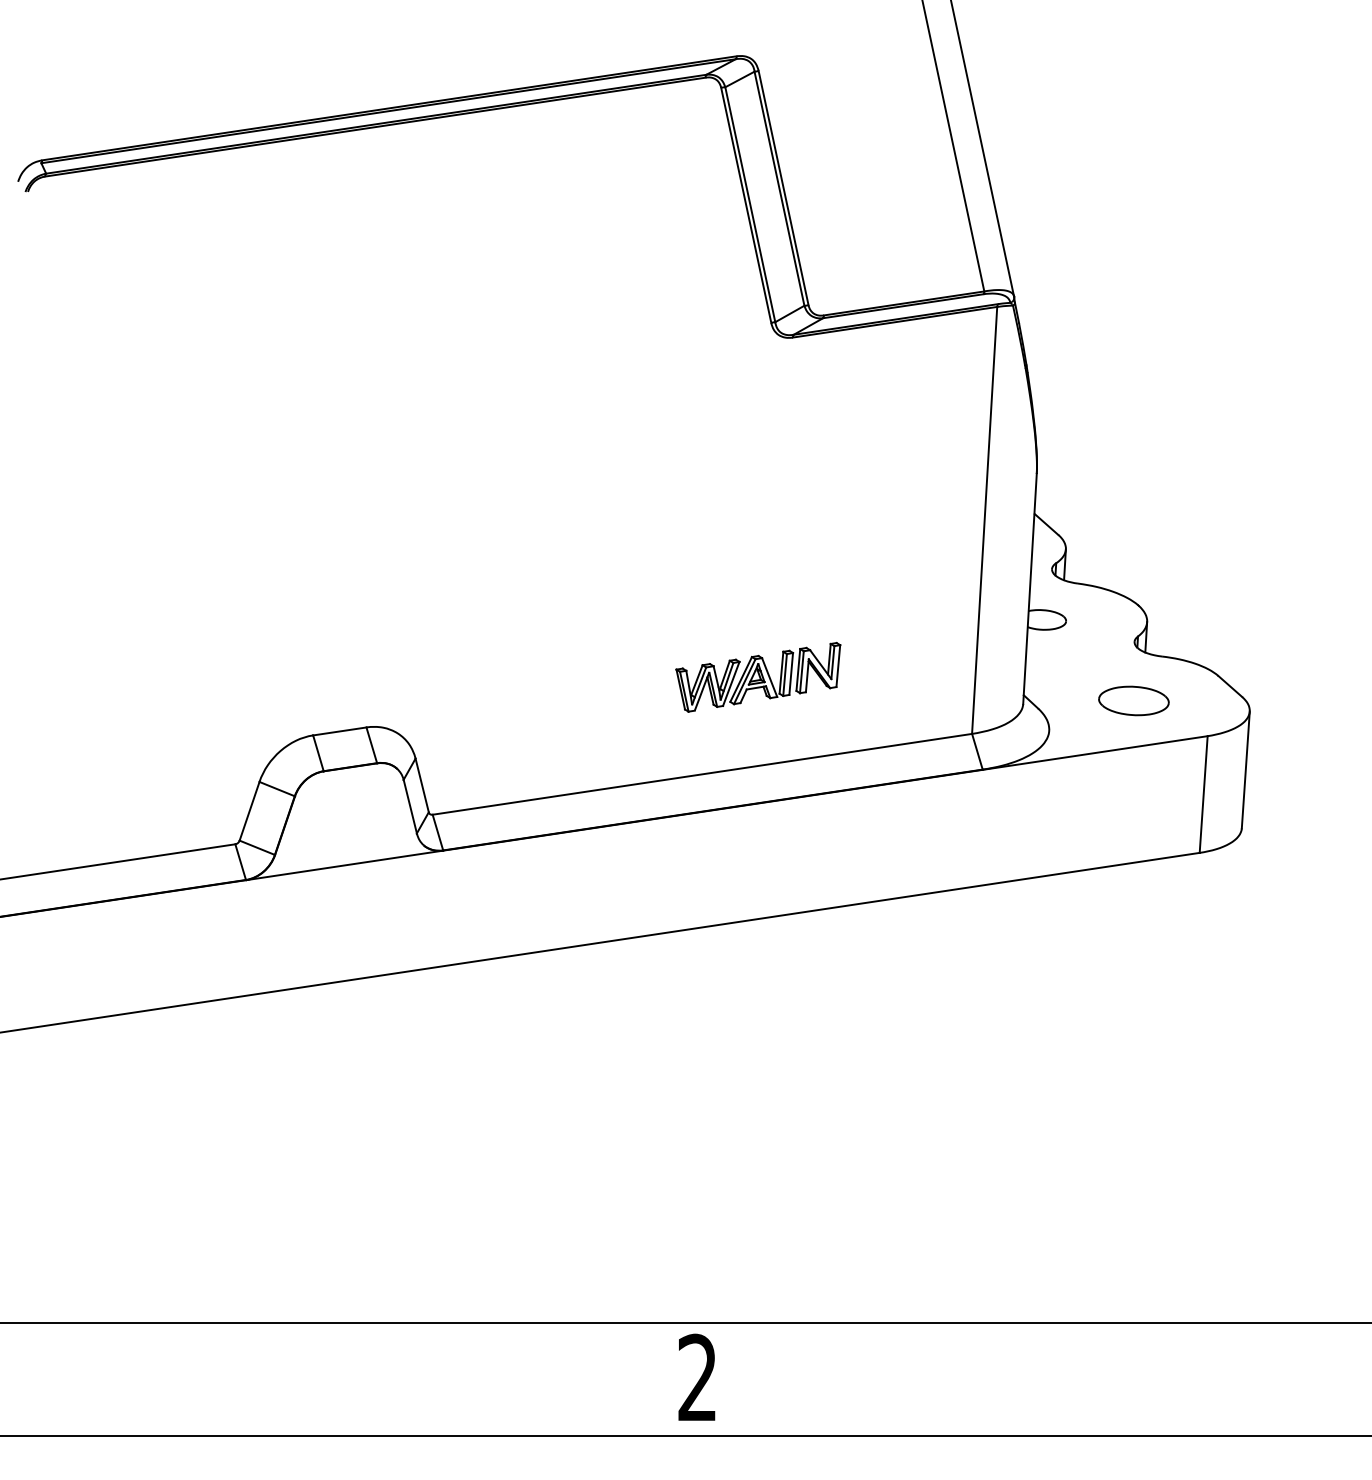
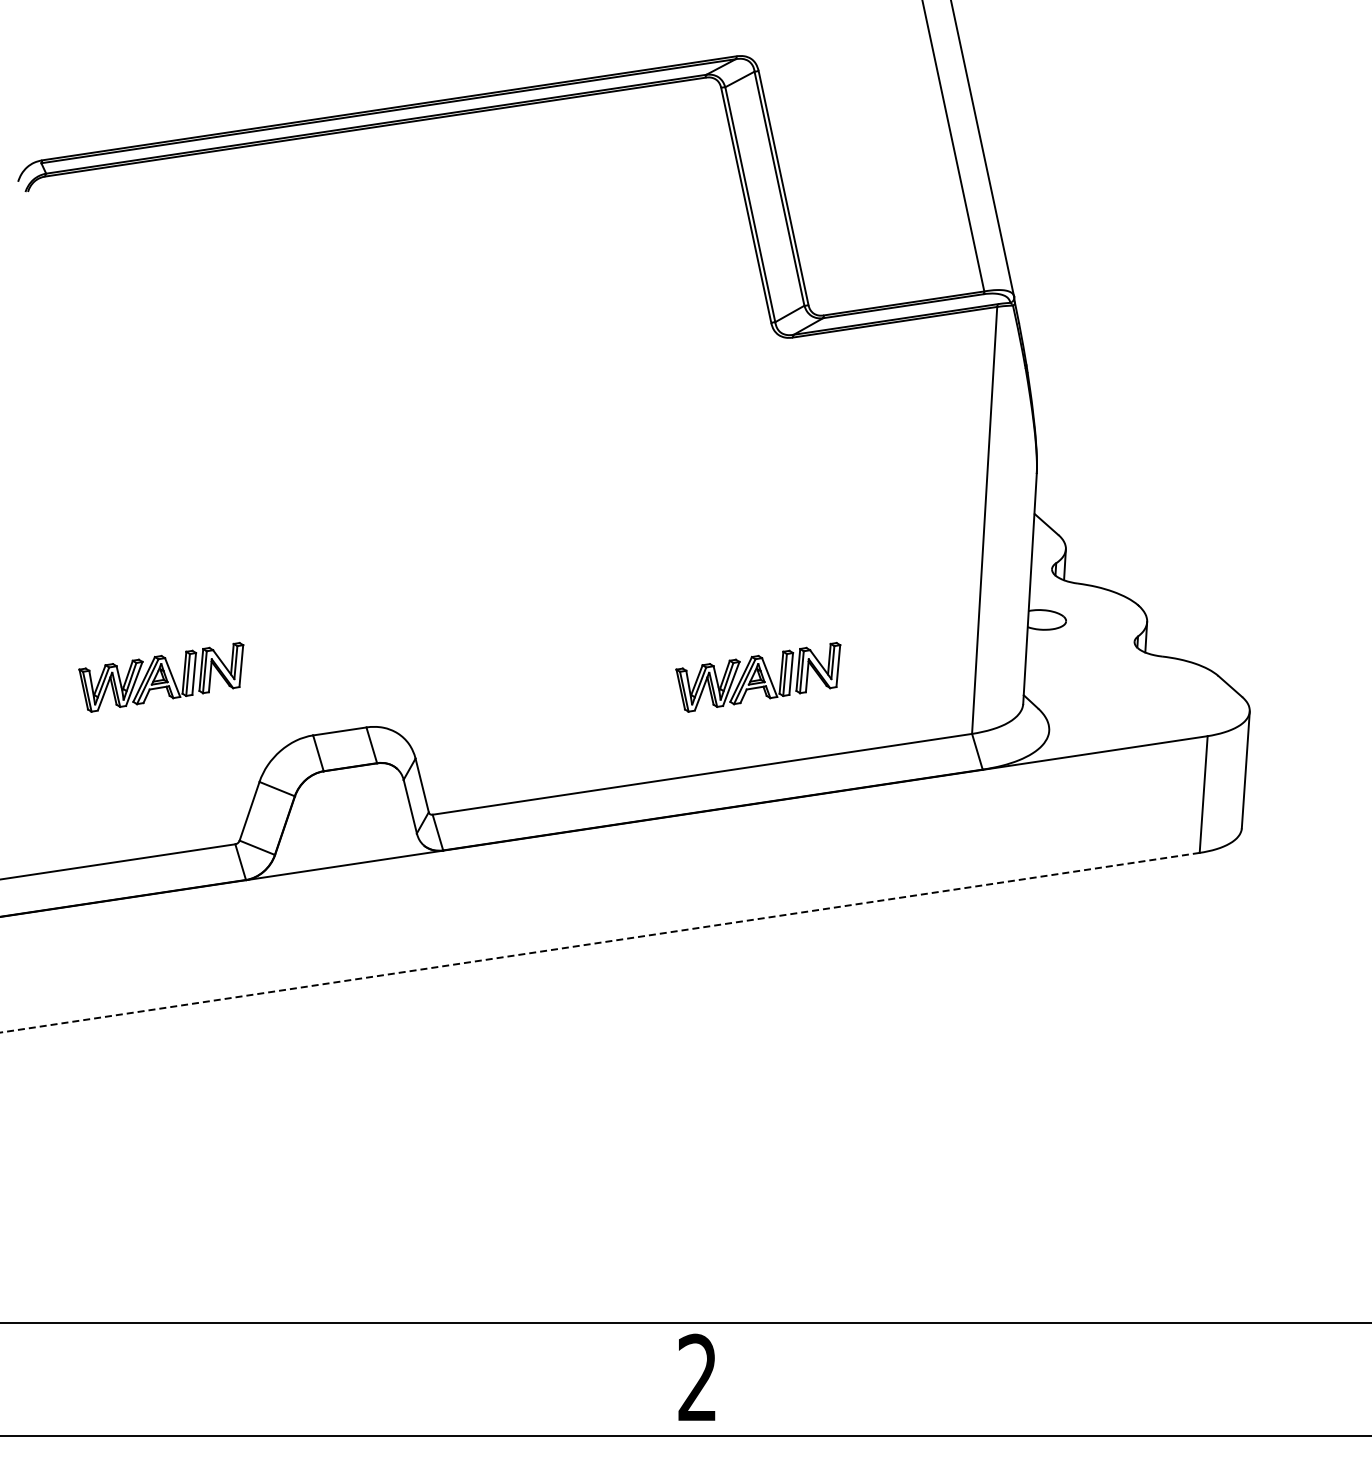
part at (161, 677): none -> present
part at (1133, 700): present -> none
line at (600, 942): solid -> dashed
